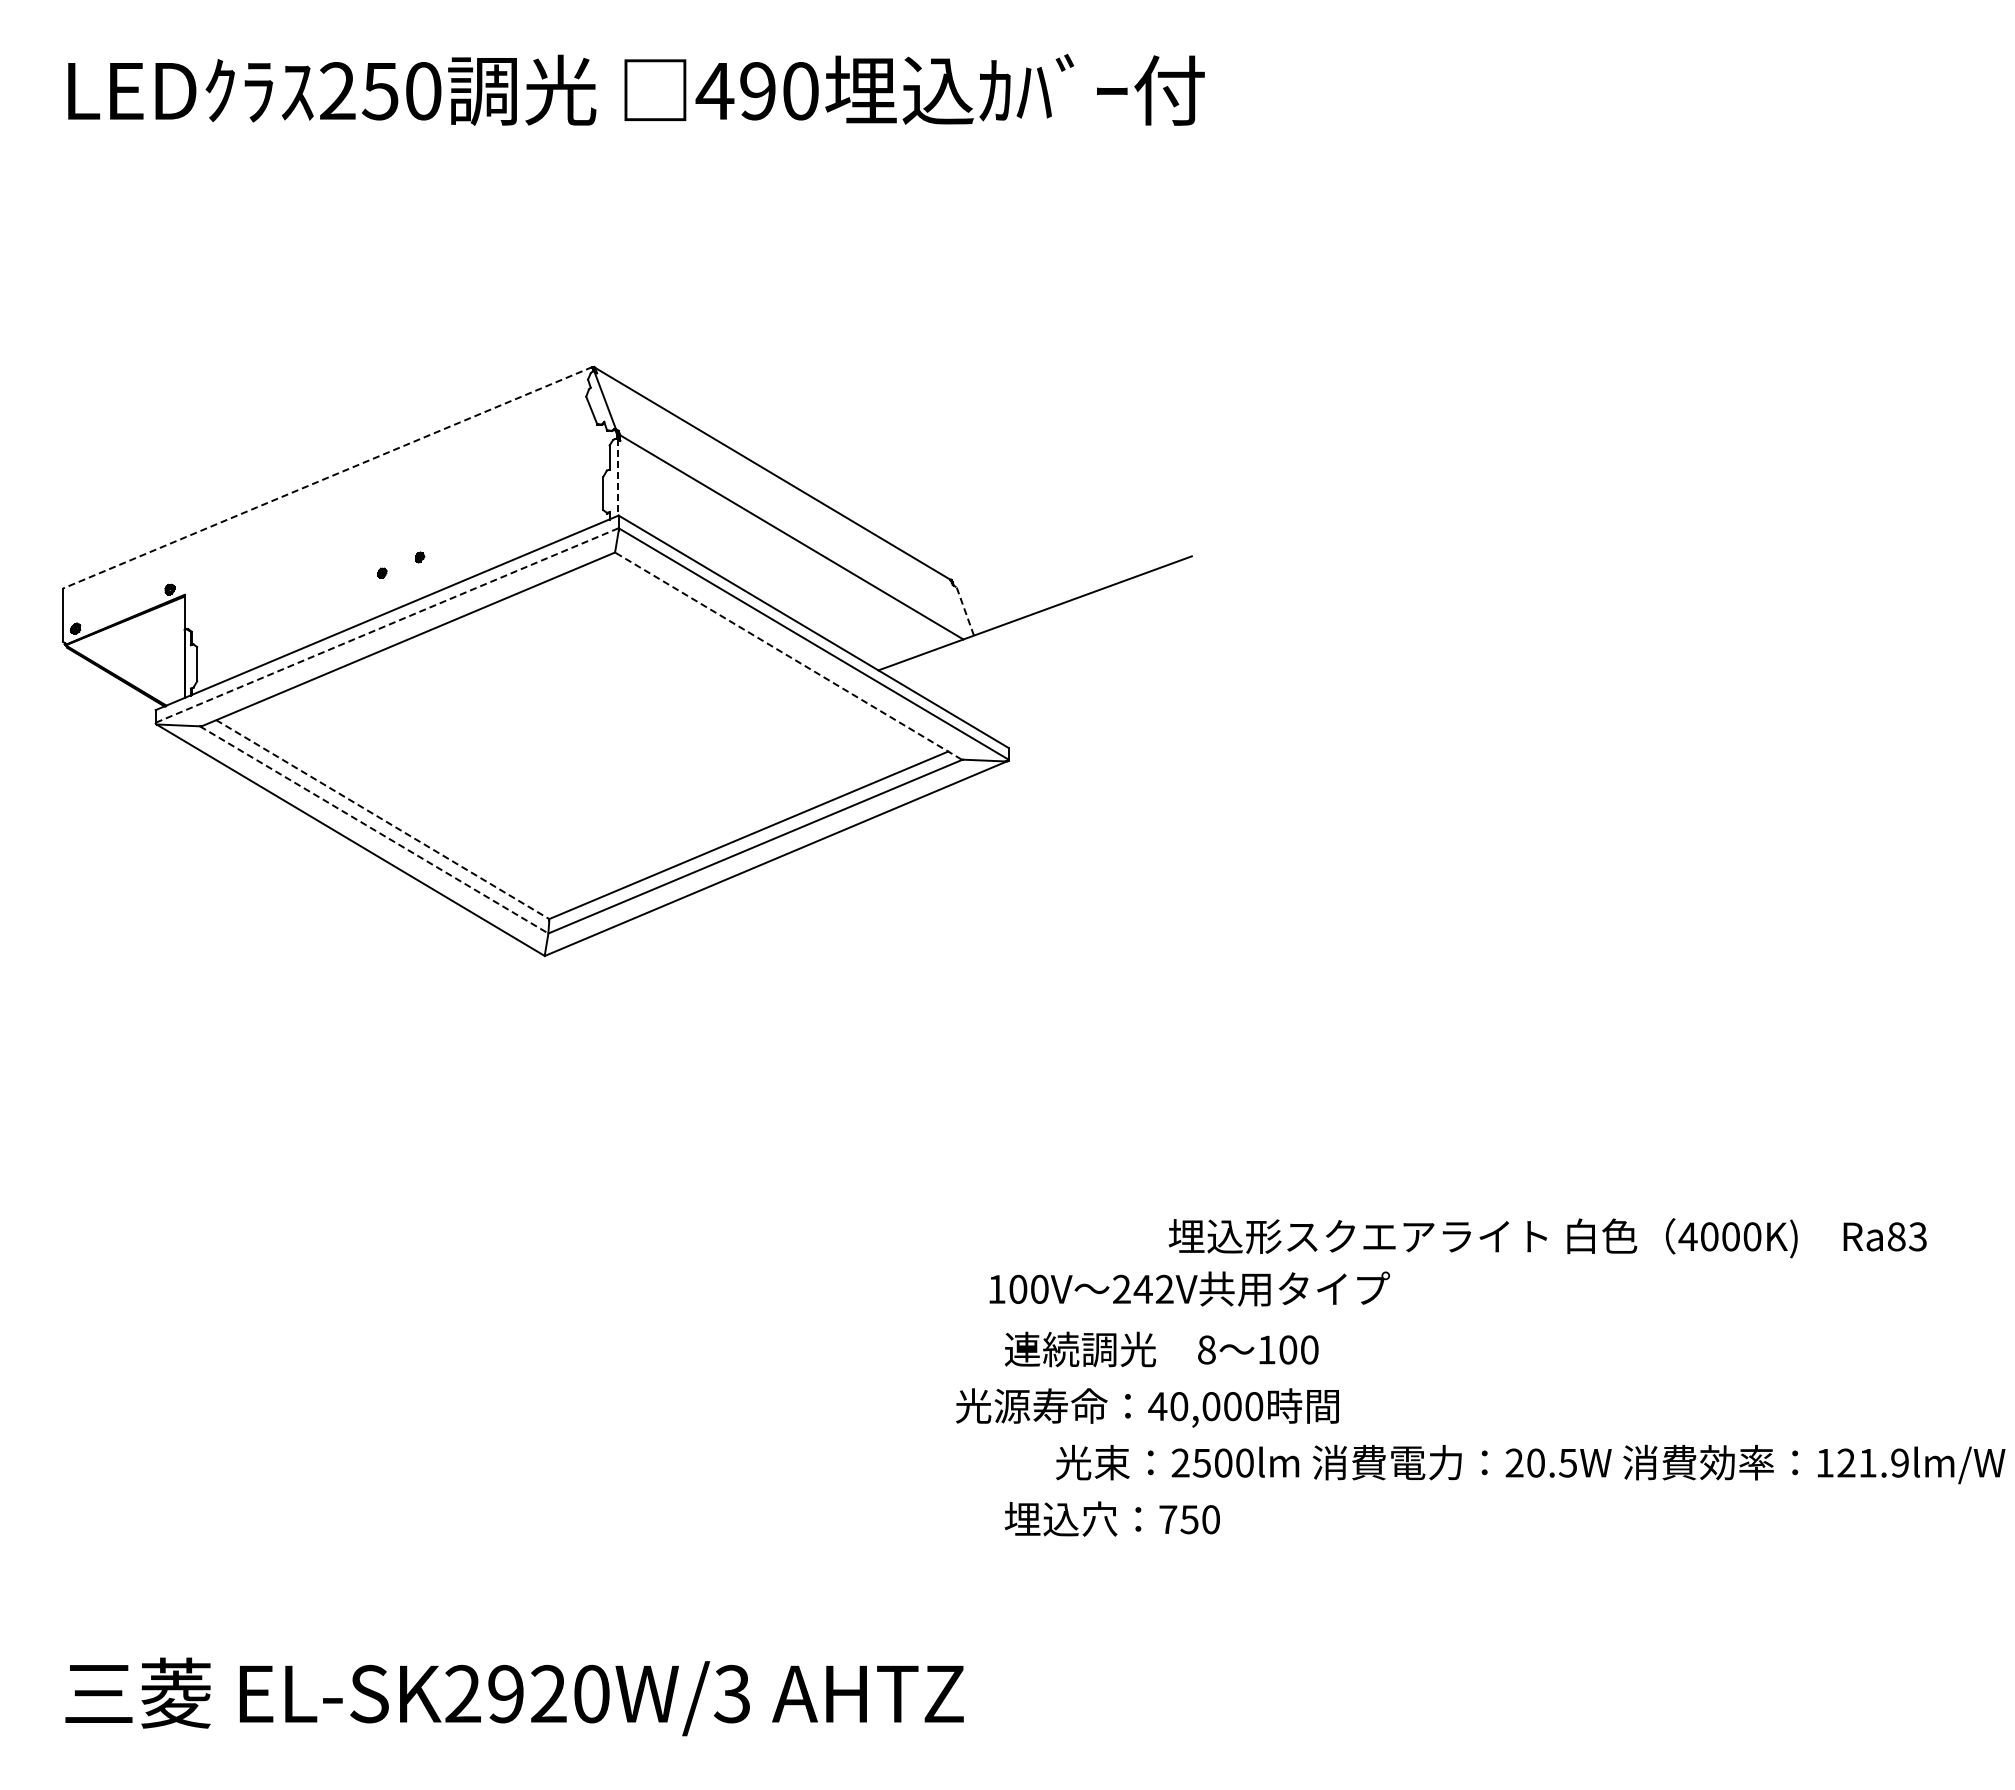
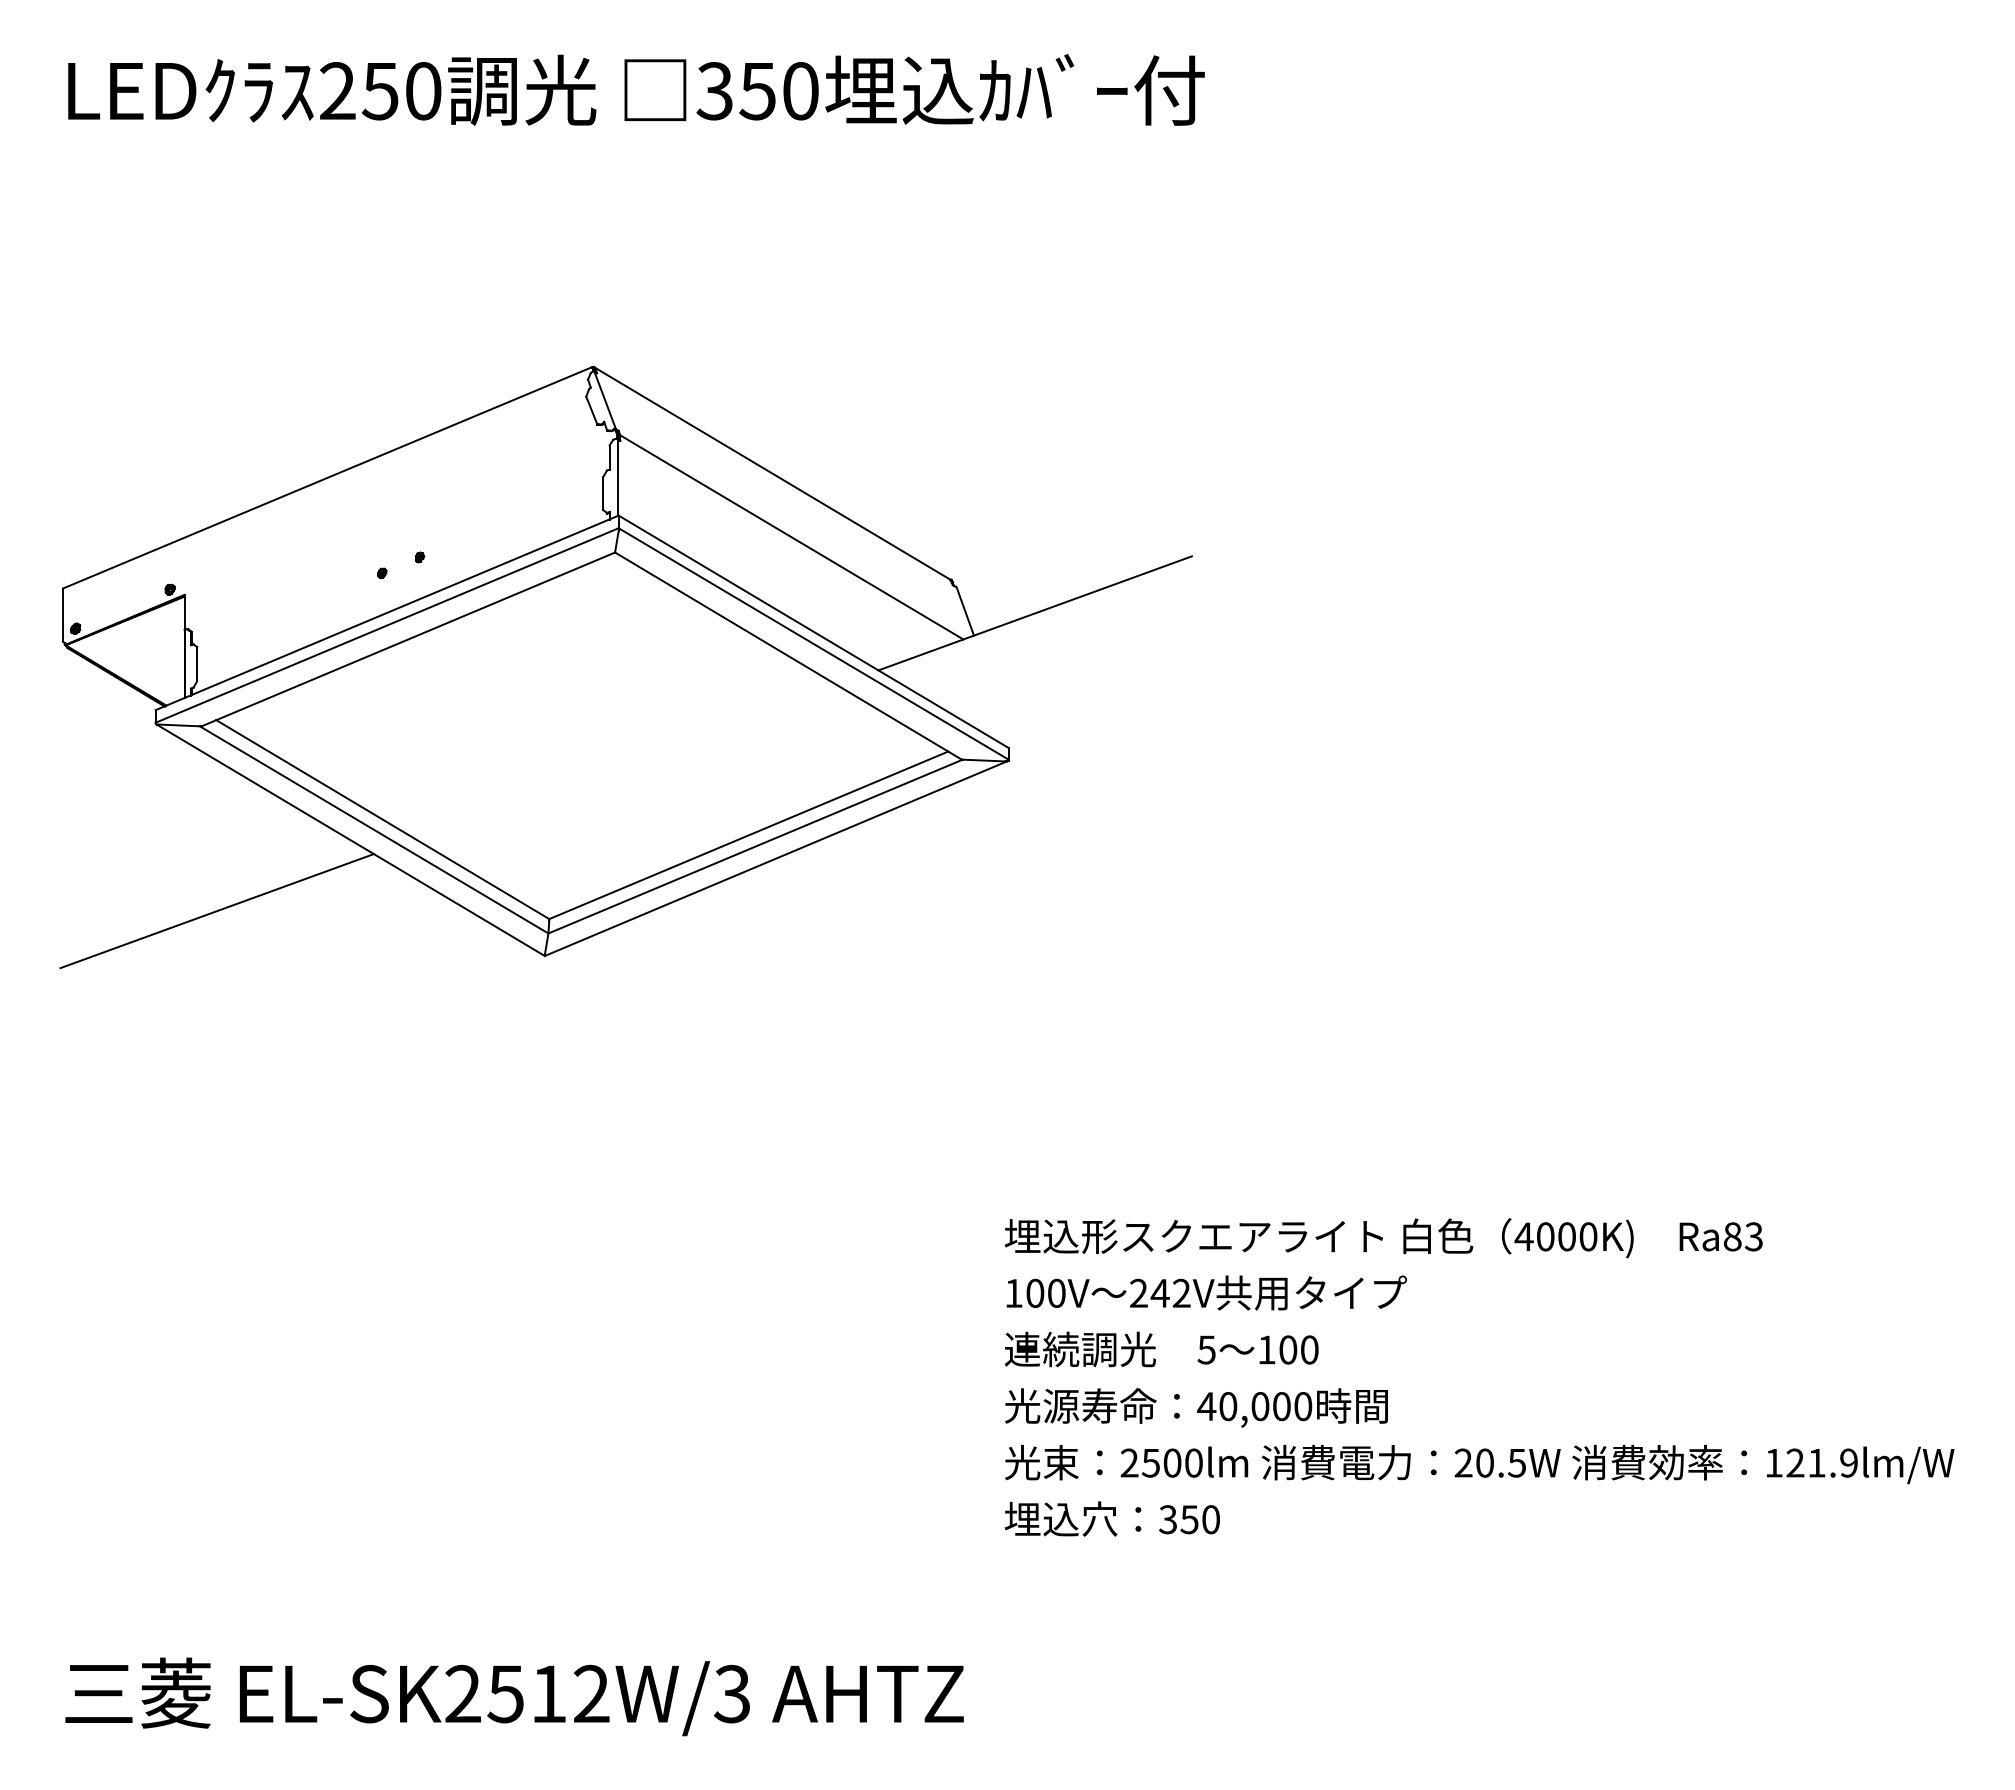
text at (735, 91): 490 -> 350
line at (327, 477): dashed -> solid
line at (617, 477): dashed -> solid
line at (965, 611): dashed -> solid
line at (387, 625): dashed -> solid
line at (788, 656): dashed -> solid
line at (383, 819): dashed -> solid
line at (374, 829): dashed -> solid
line at (216, 911): none -> present
text at (1547, 1238) position: (1547, 1238) -> (1383, 1238)
text at (1189, 1288) position: (1189, 1288) -> (1206, 1292)
text at (1206, 1349): 8 -> 5
text at (1147, 1407) position: (1147, 1407) -> (1196, 1407)
text at (1530, 1464) position: (1530, 1464) -> (1479, 1464)
text at (1168, 1519): 750 -> 350
text at (548, 1693): EL-SK2920W/3 -> EL-SK2512W/3
